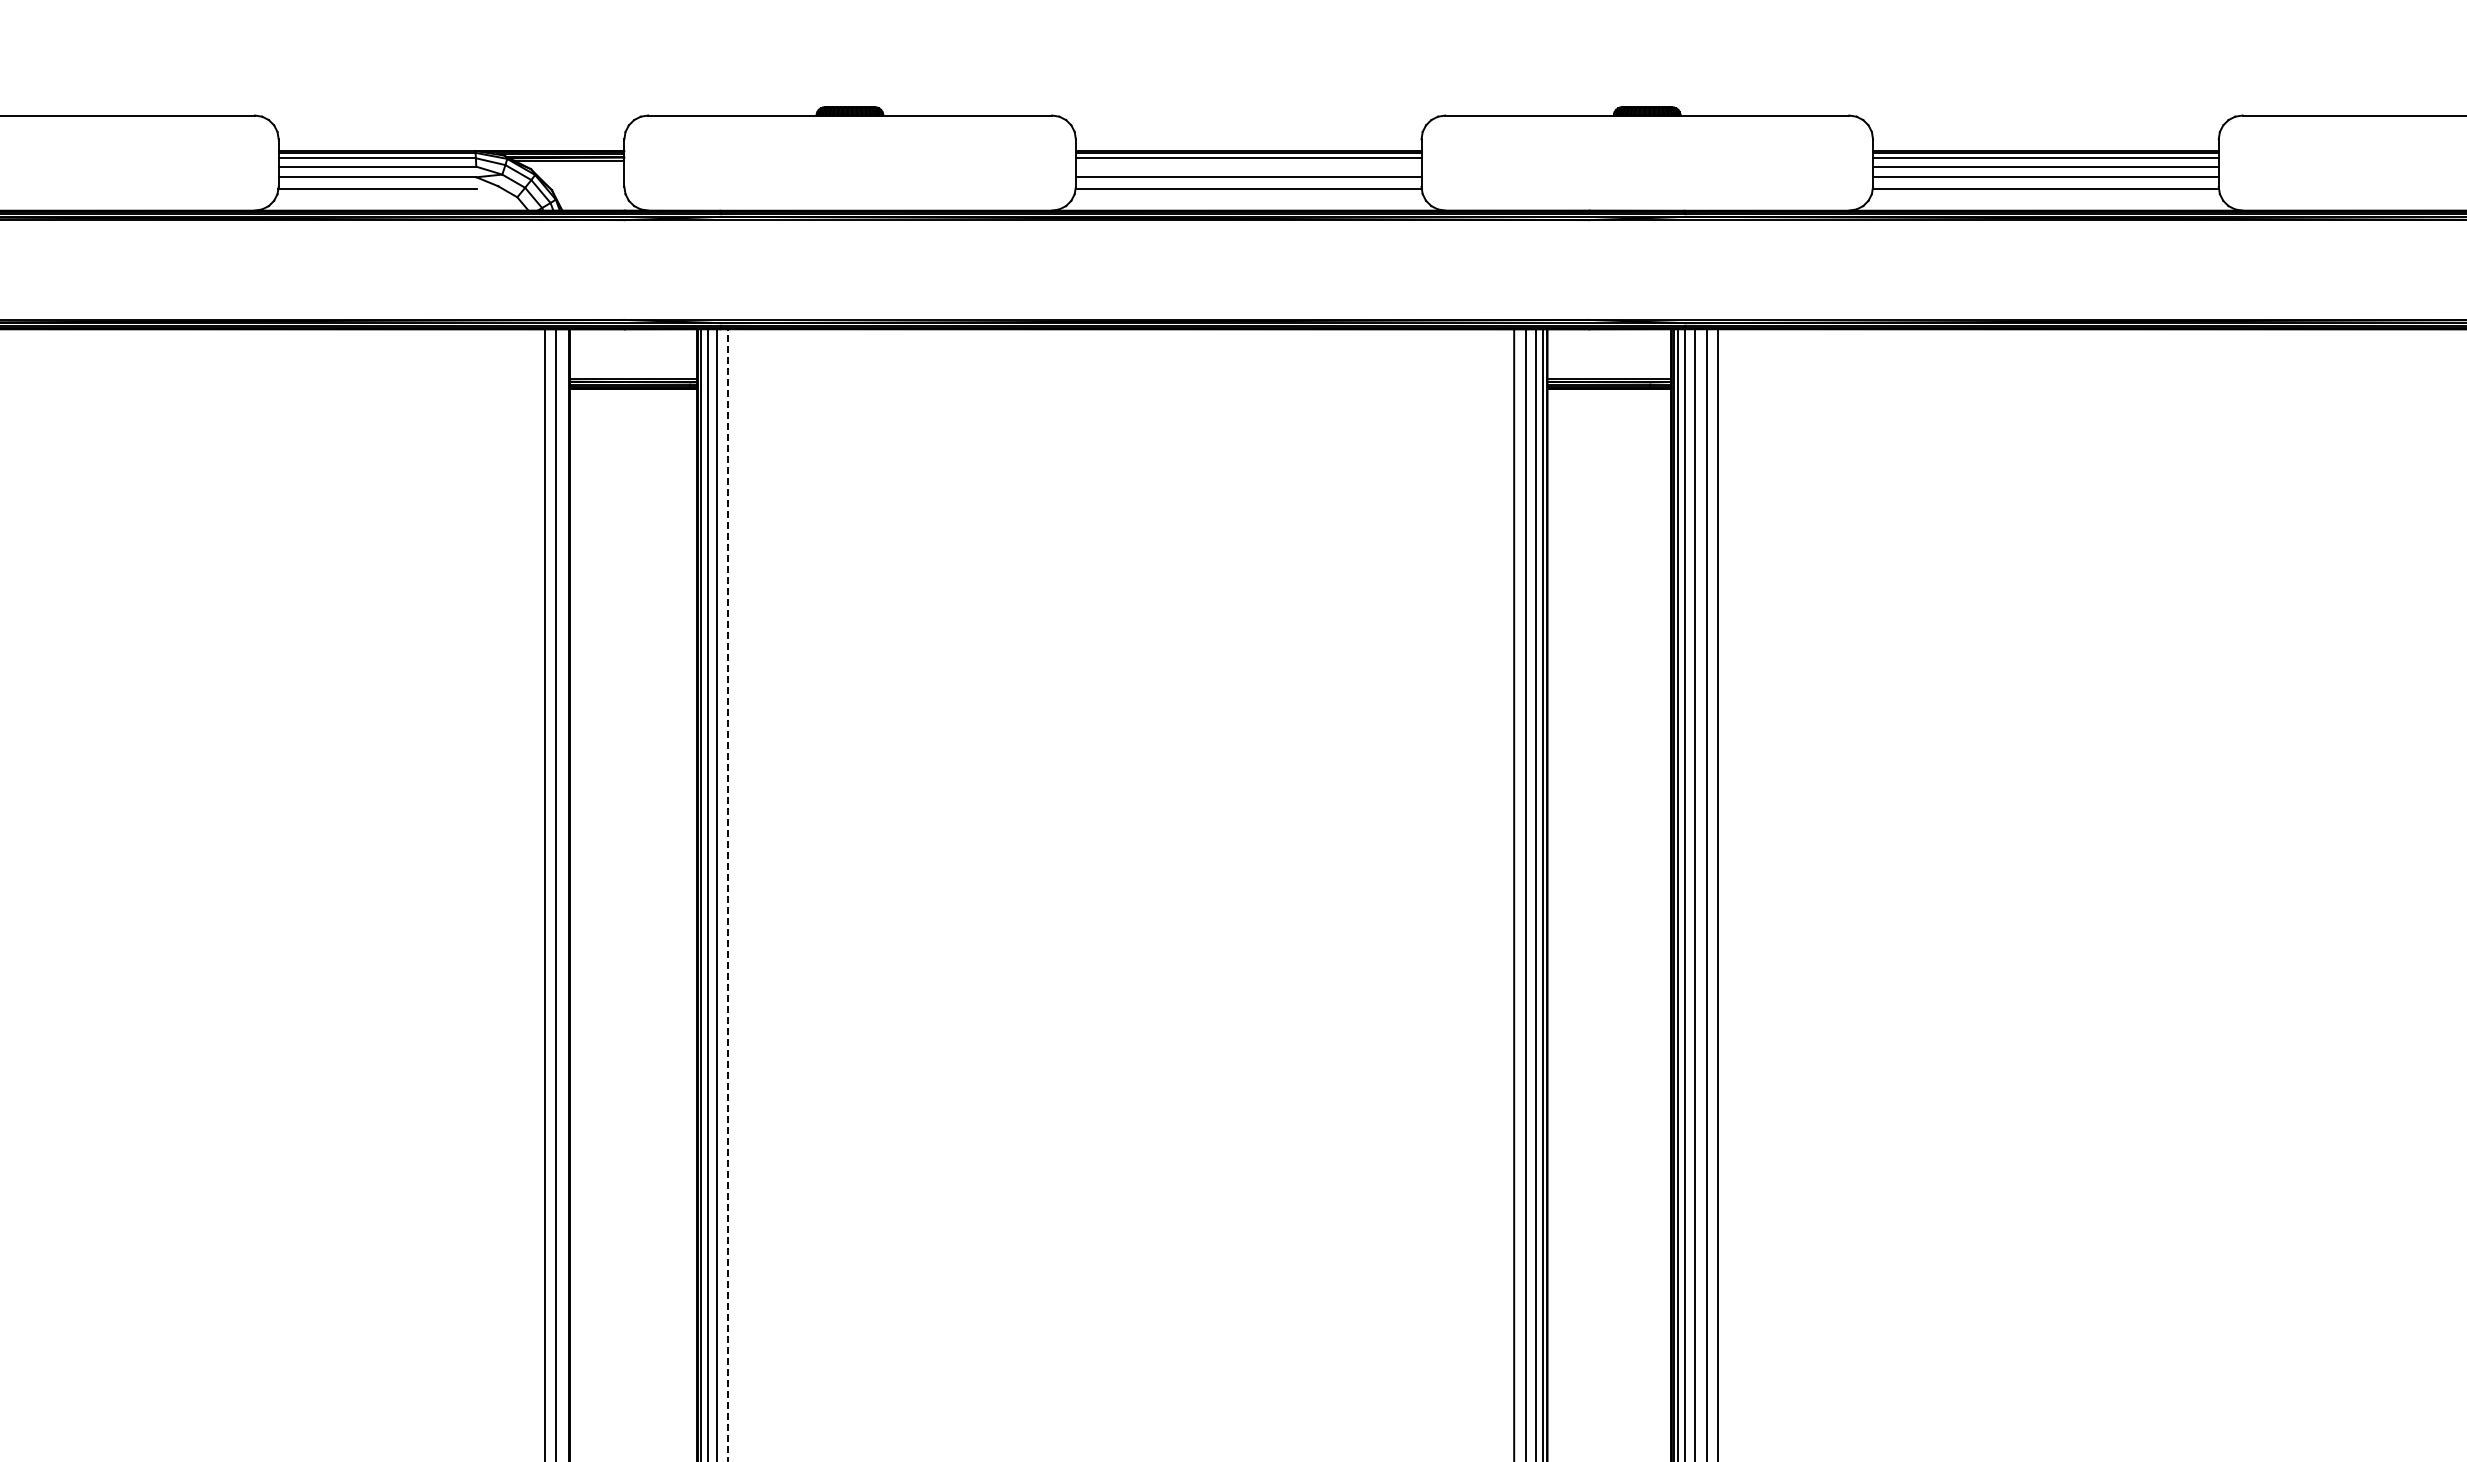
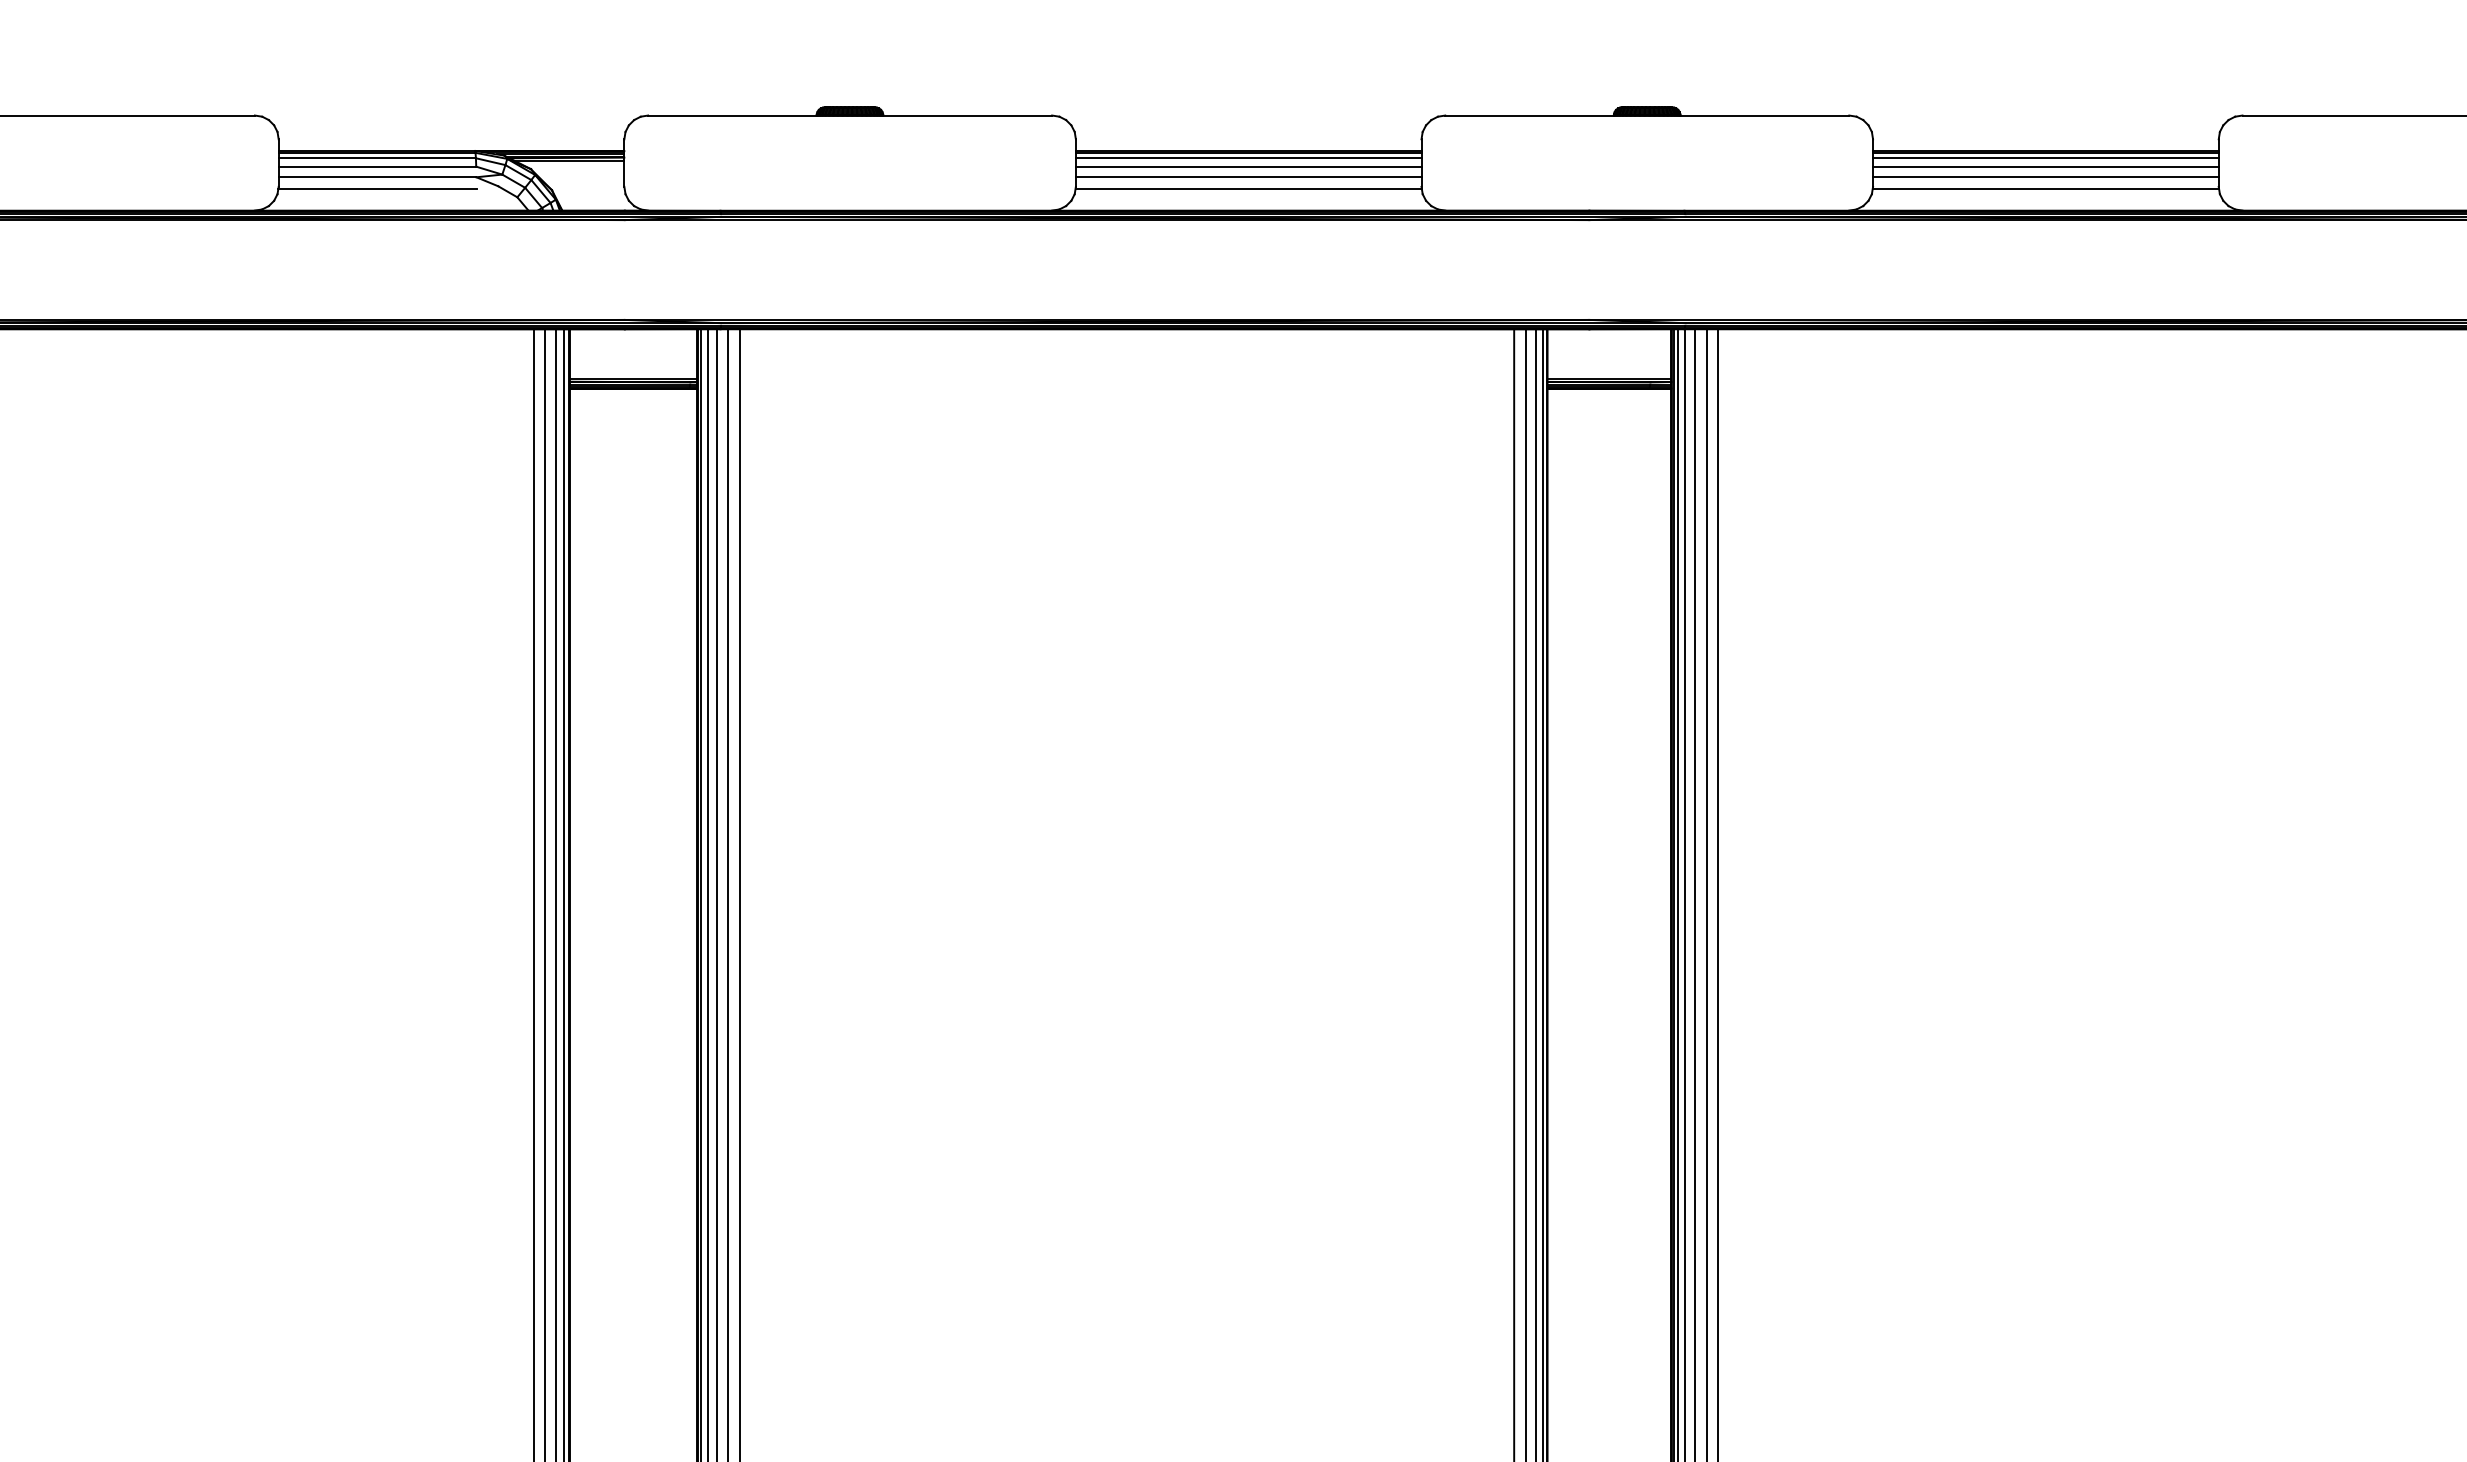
line at (1248, 166): none -> present
line at (533, 893): none -> present
line at (563, 893): none -> present
line at (739, 893): none -> present
line at (728, 895): dashed -> solid
